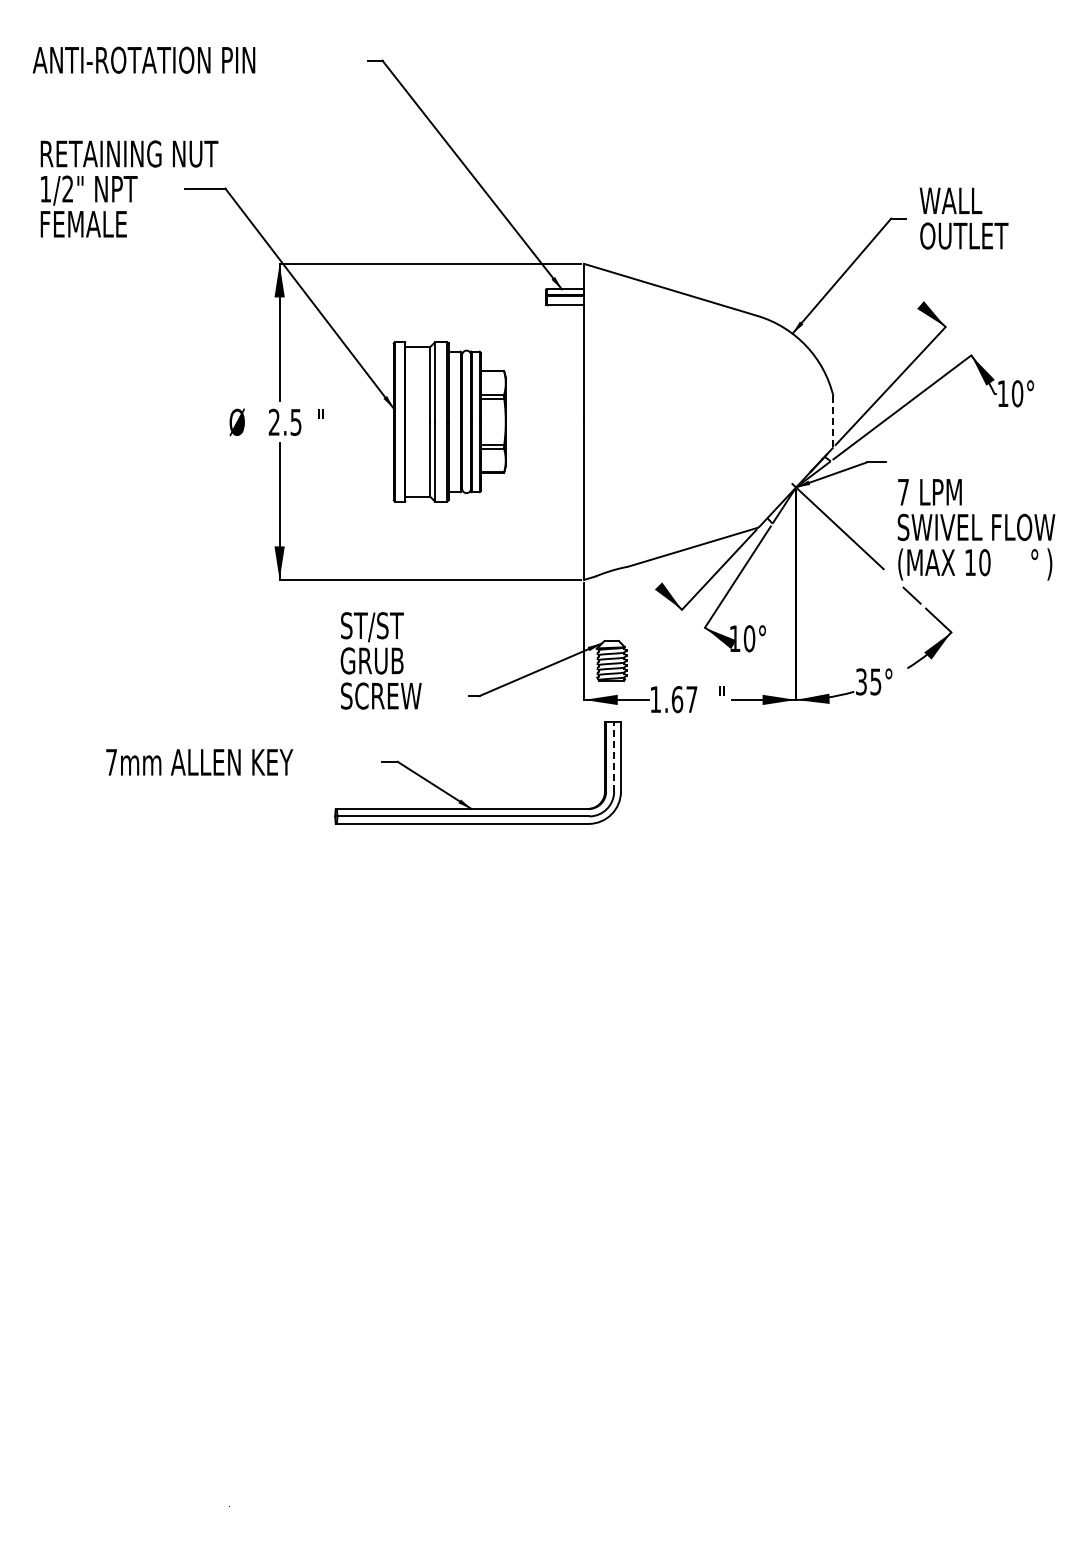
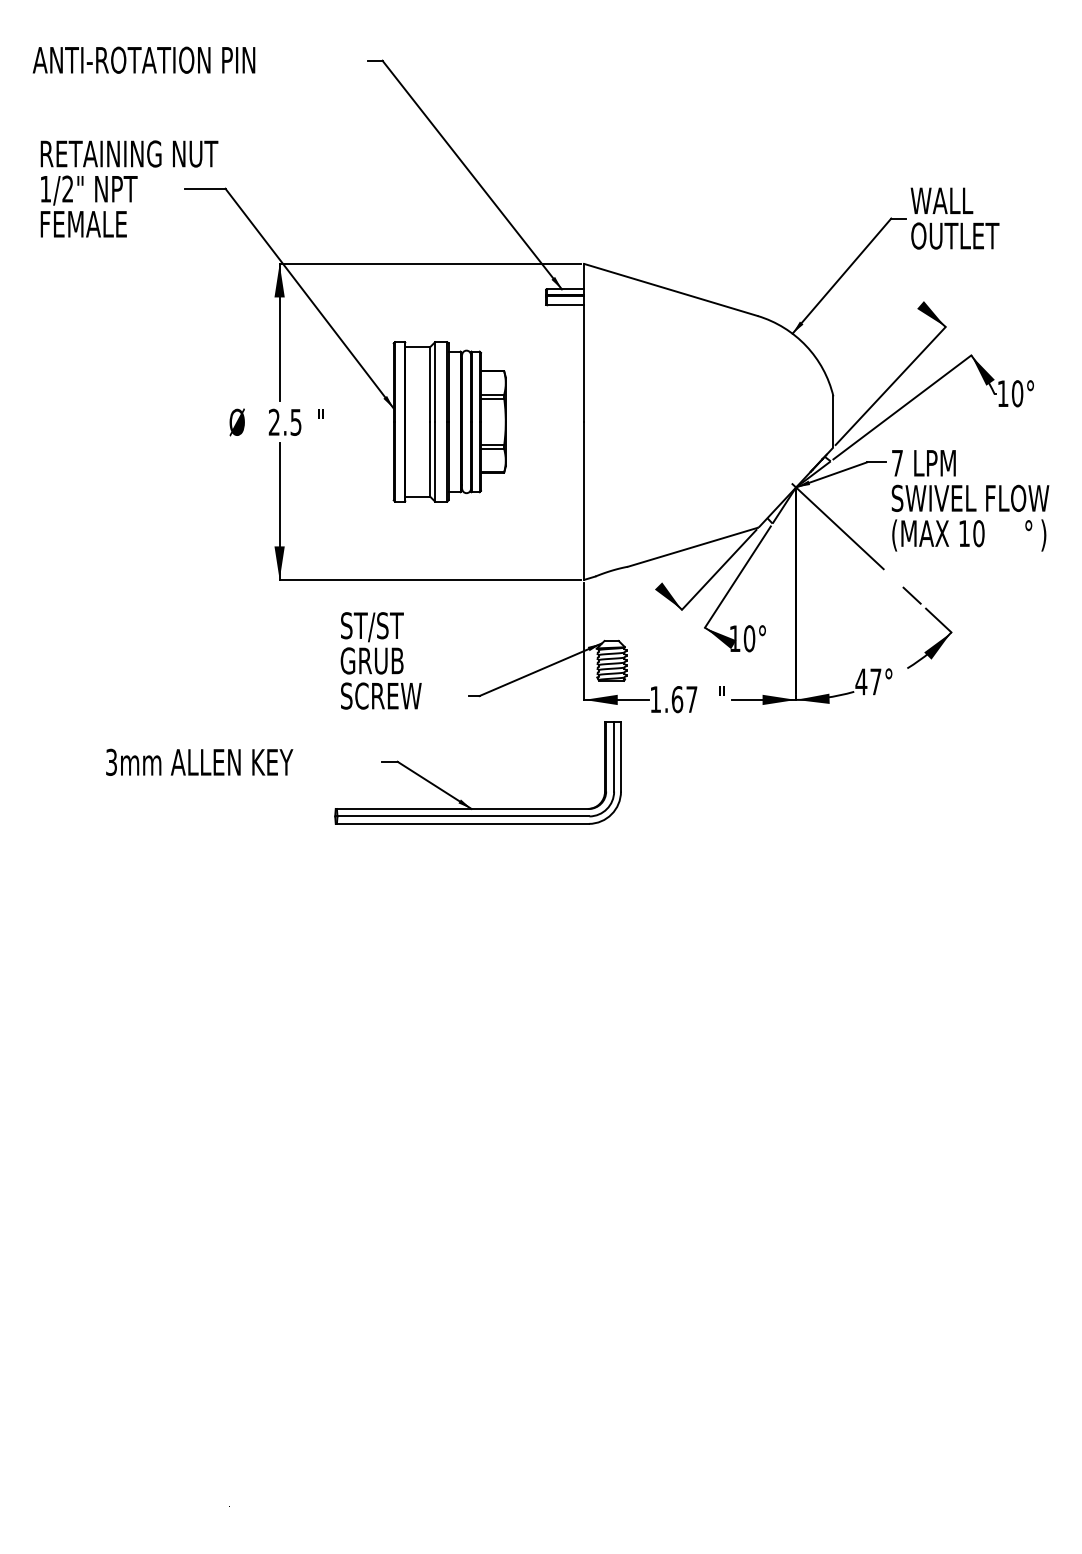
text at (963, 218) position: (963, 218) -> (954, 218)
line at (833, 421): dashed -> solid
text at (976, 529) position: (976, 529) -> (970, 500)
text at (868, 681): 35° -> 47°
line at (614, 756): dashed -> solid
text at (111, 761): 7mm -> 3mm
